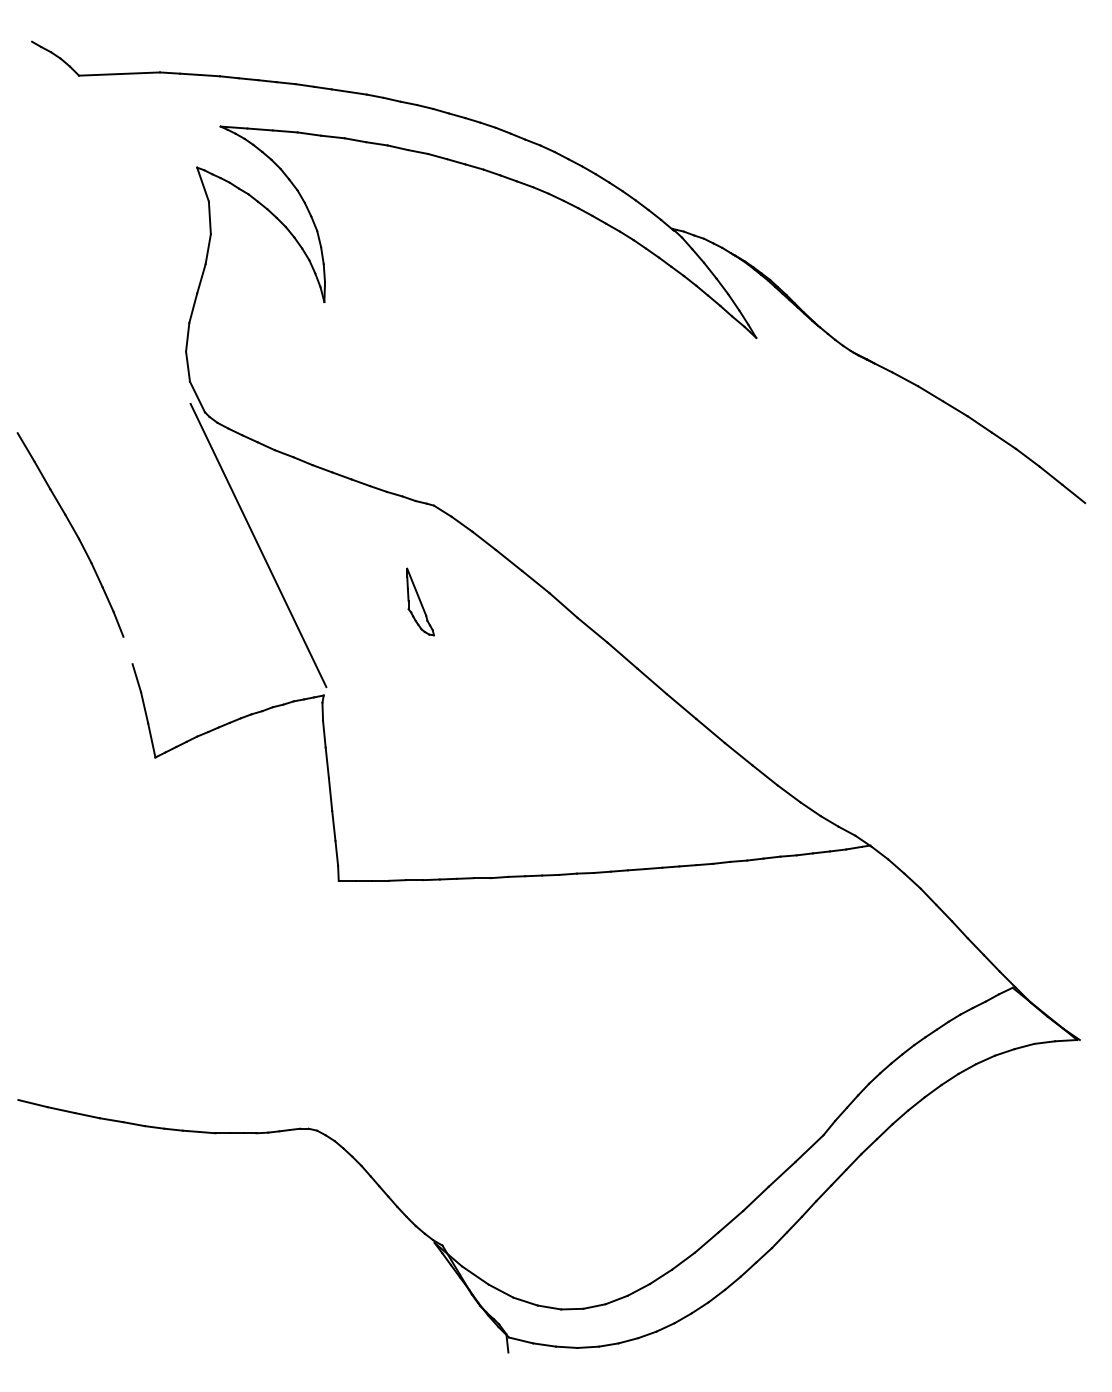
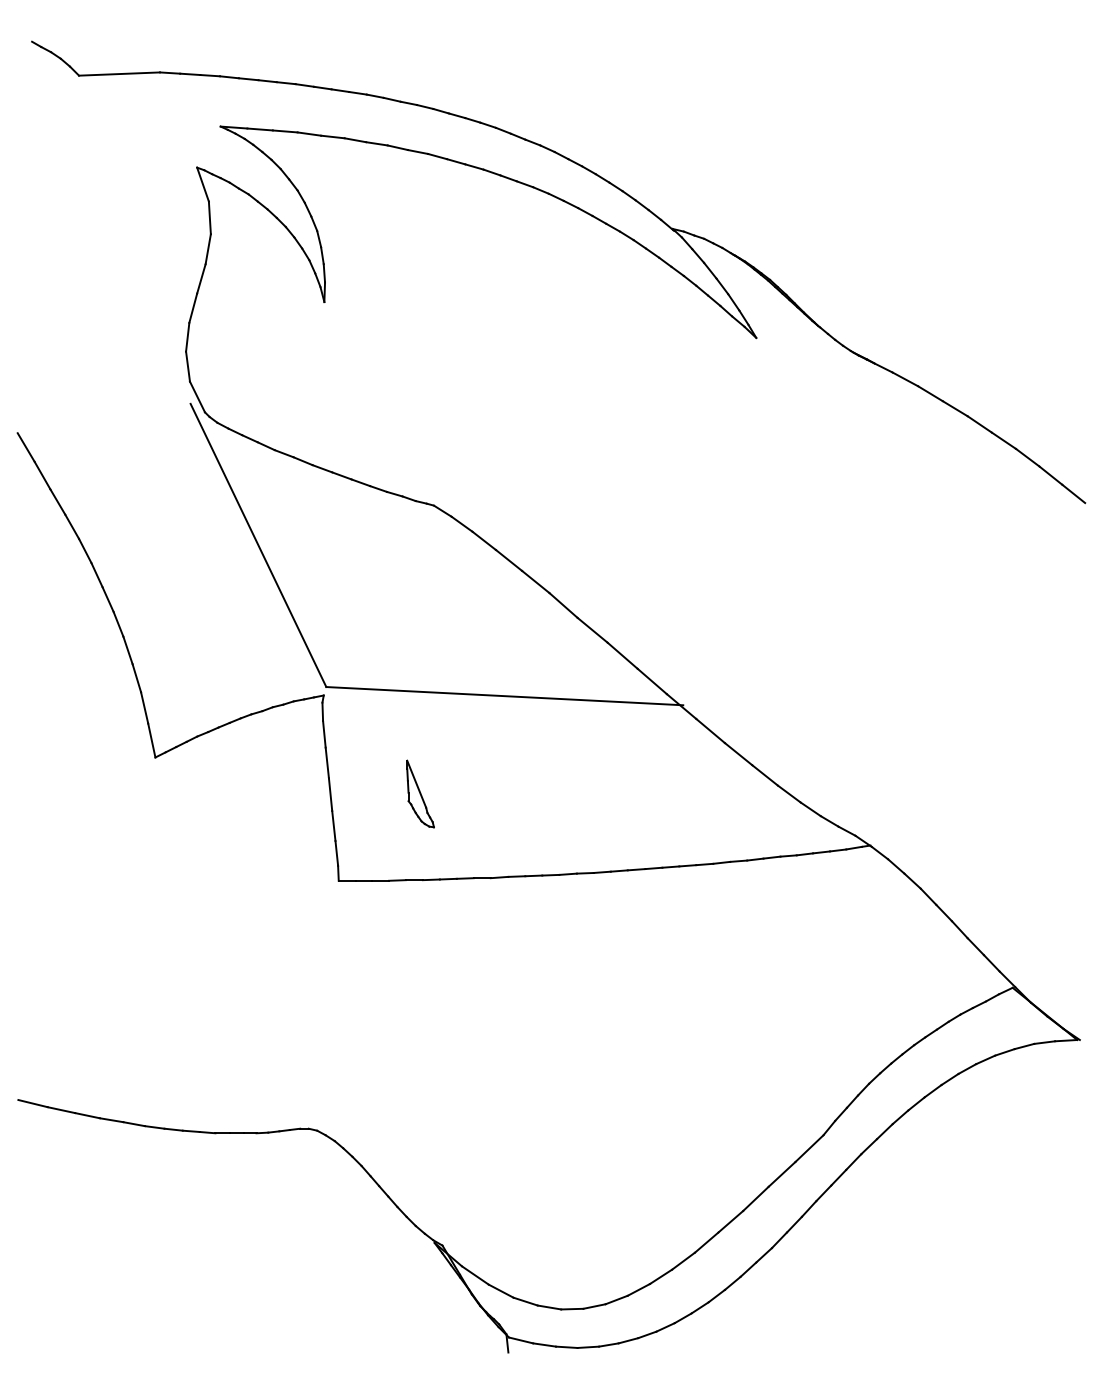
part at (420, 601) position: (420, 601) -> (420, 793)
line at (127, 650): none -> present
line at (504, 696): none -> present
